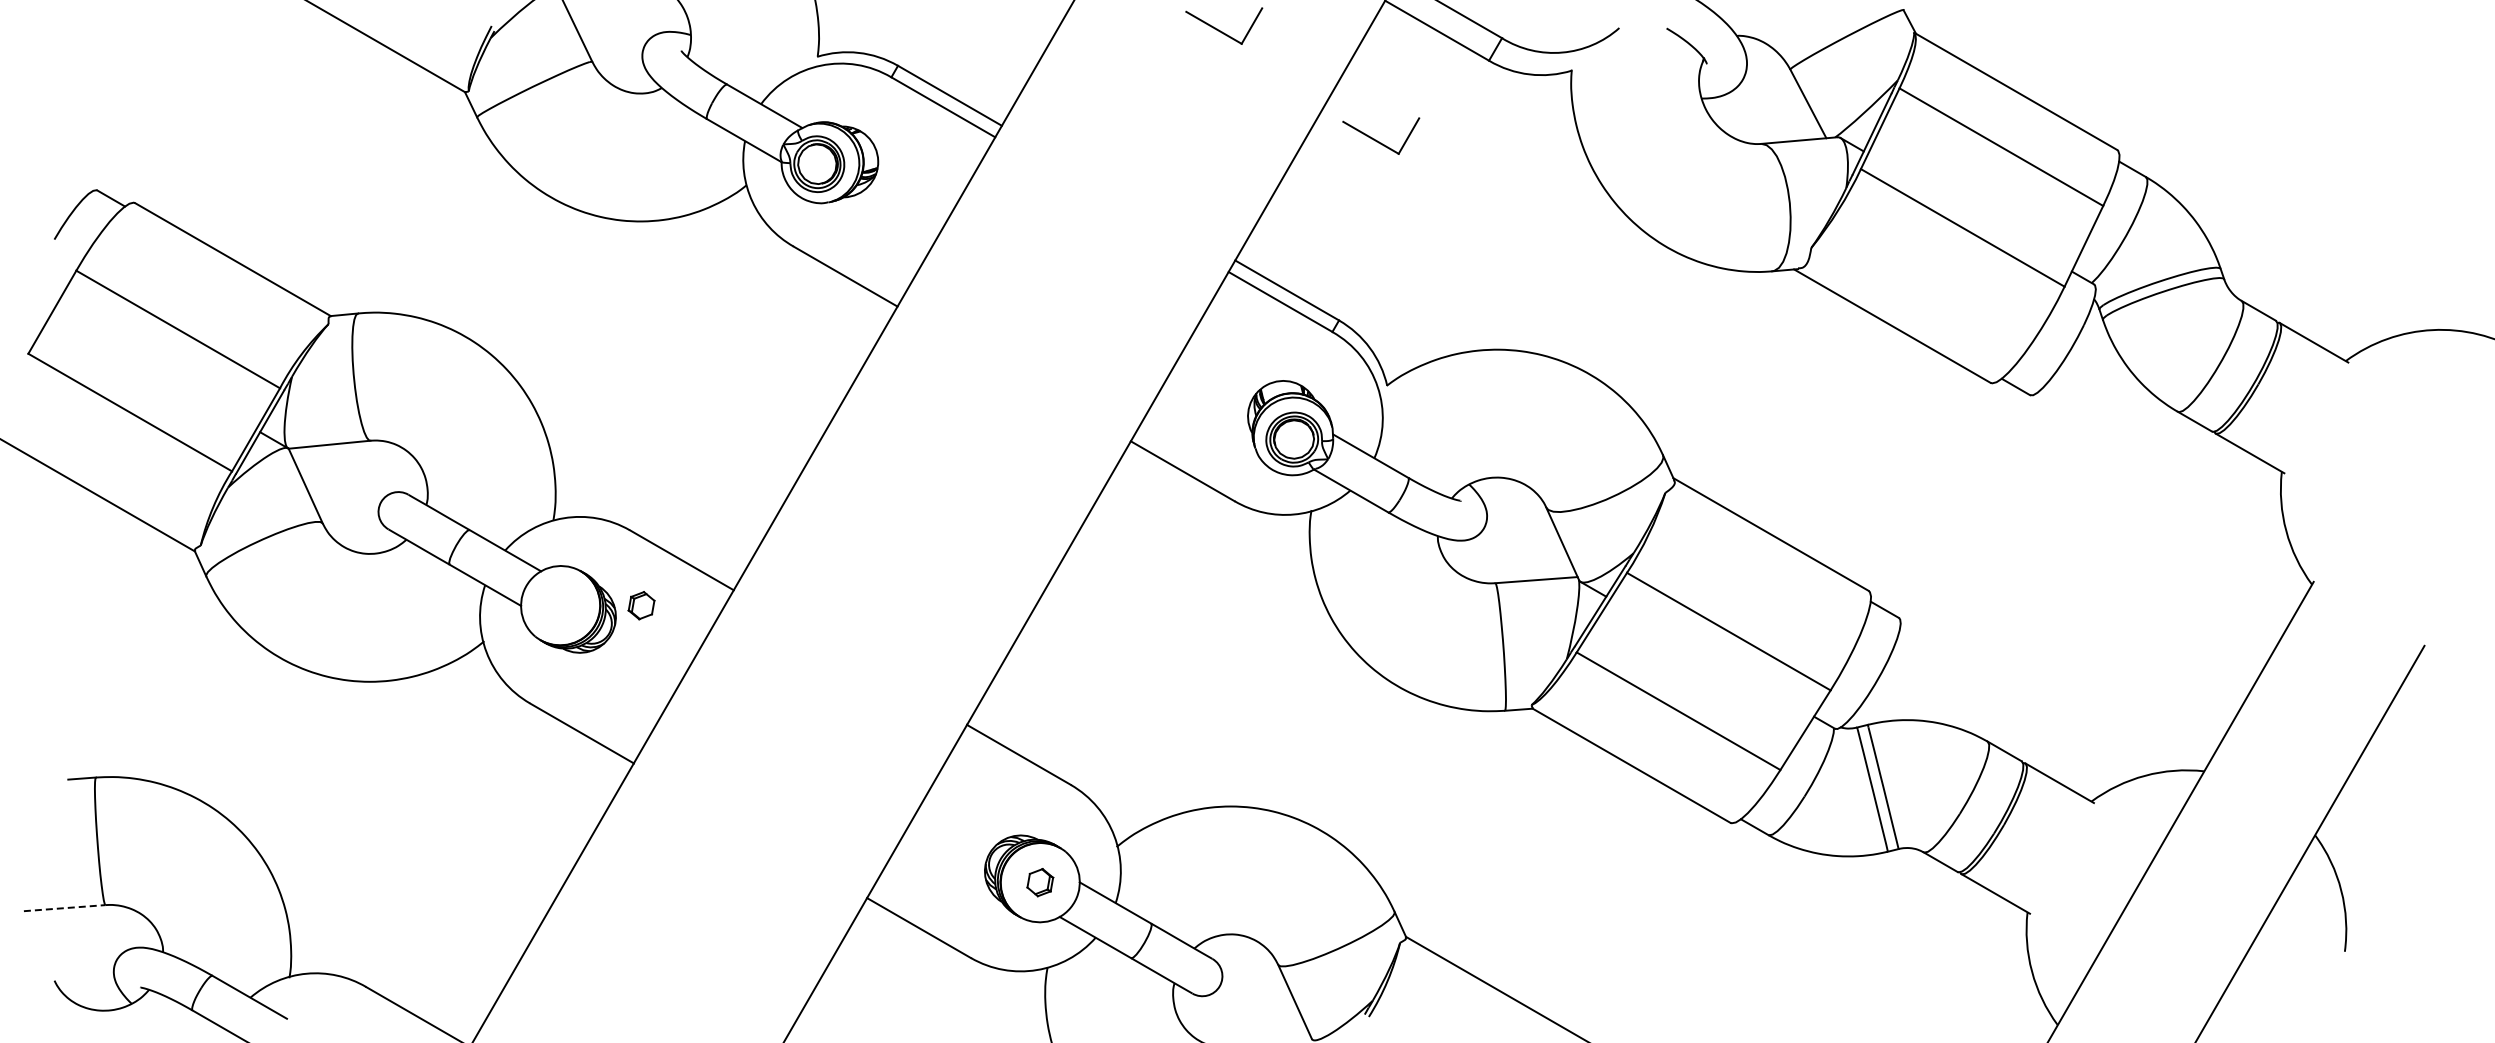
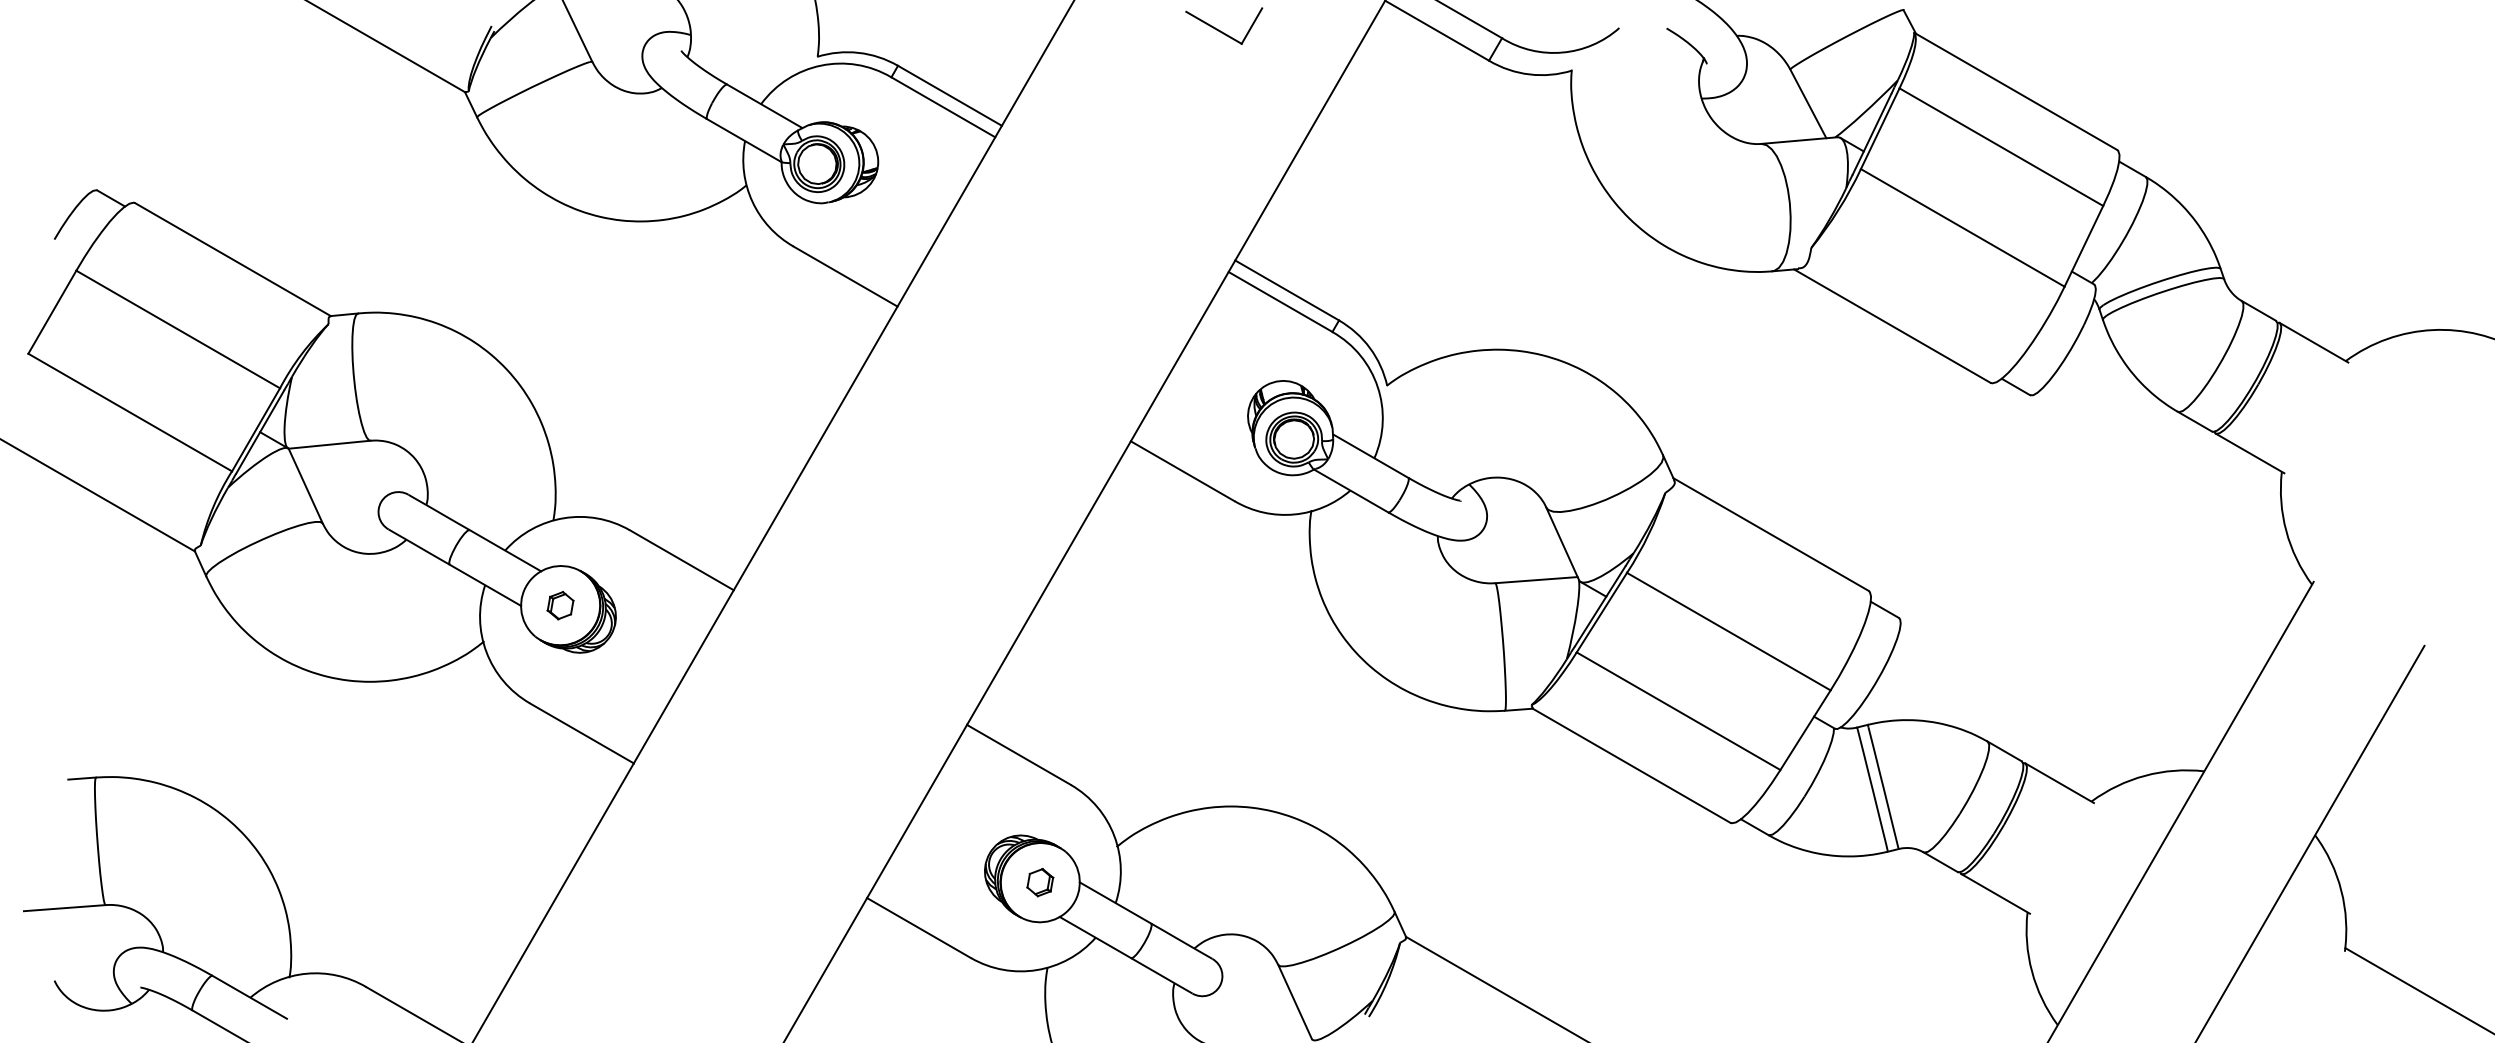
part at (1379, 141): present -> none
part at (641, 605) position: (641, 605) -> (560, 605)
line at (64, 908): dashed -> solid
line at (2418, 990): none -> present
